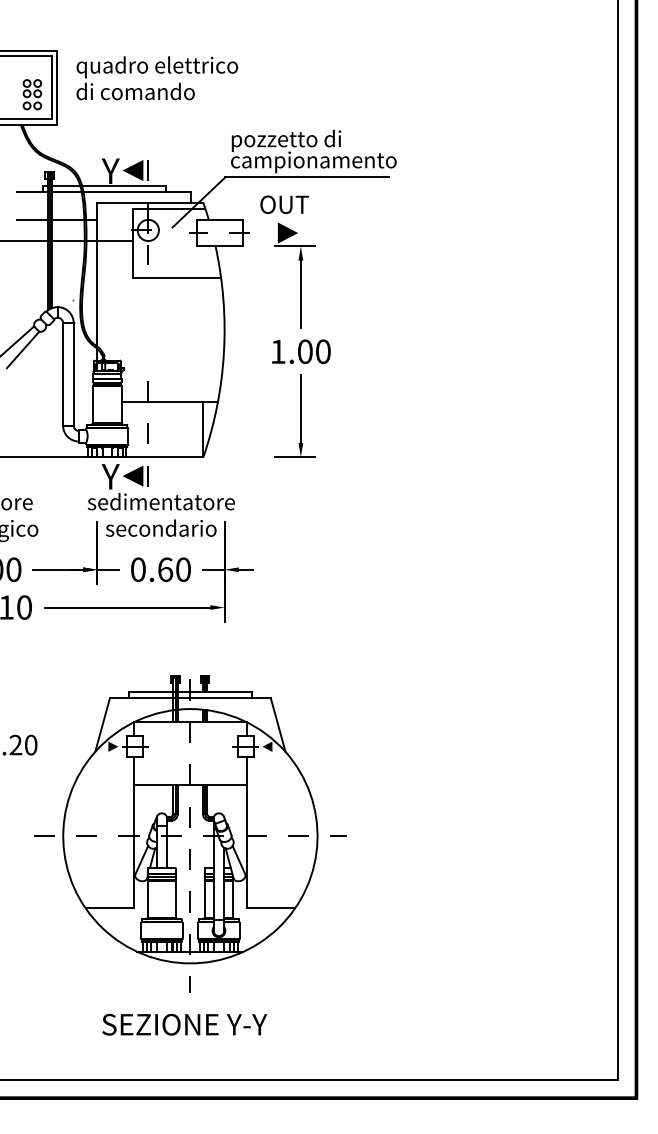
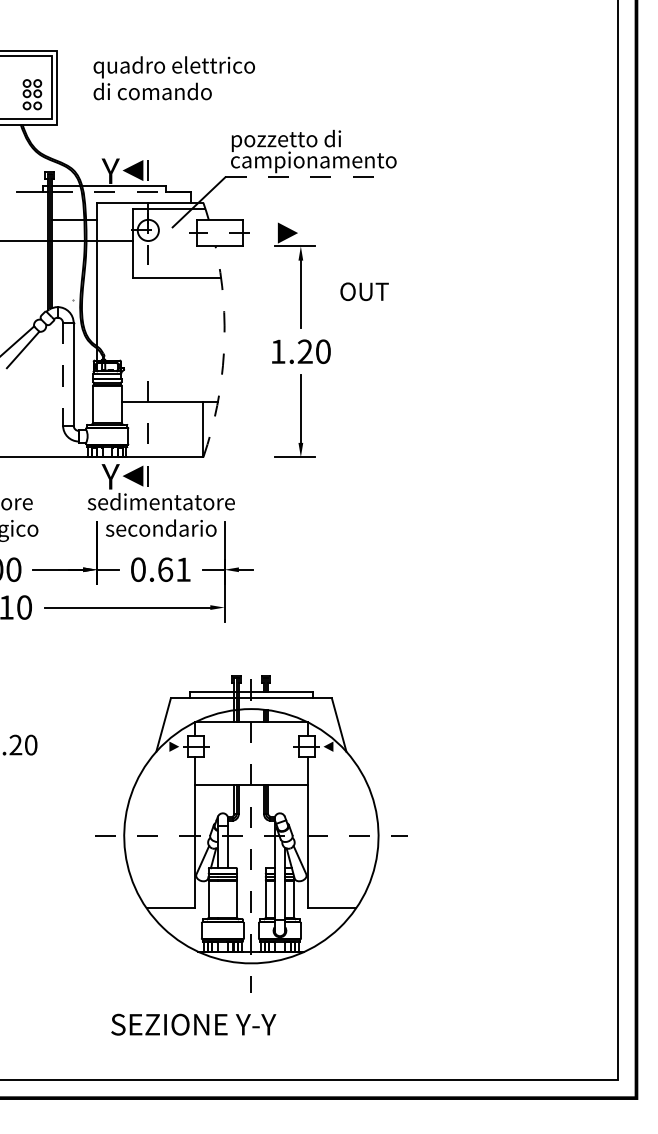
text at (156, 78) position: (156, 78) -> (173, 78)
line at (306, 177): solid -> dashed
line at (109, 192): solid -> dashed
text at (284, 204) position: (284, 204) -> (364, 291)
line at (32, 220): present -> none
text at (304, 351): 1.00 -> 1.20
arc at (223, 352): solid -> dashed
line at (63, 374): solid -> dashed
text at (183, 569): 0.60 -> 0.61
part at (190, 833) position: (190, 833) -> (251, 833)
text at (184, 1024) position: (184, 1024) -> (193, 1024)
